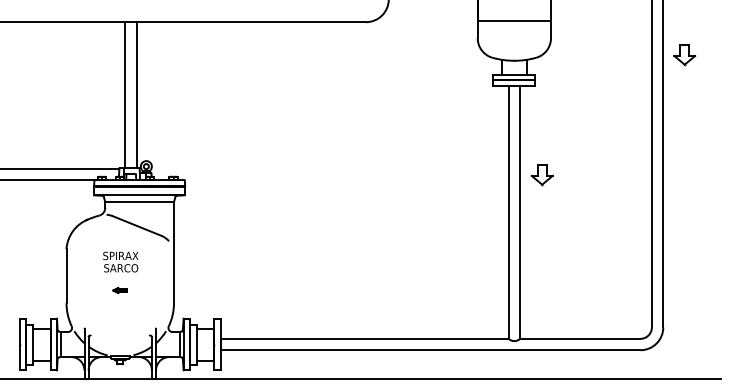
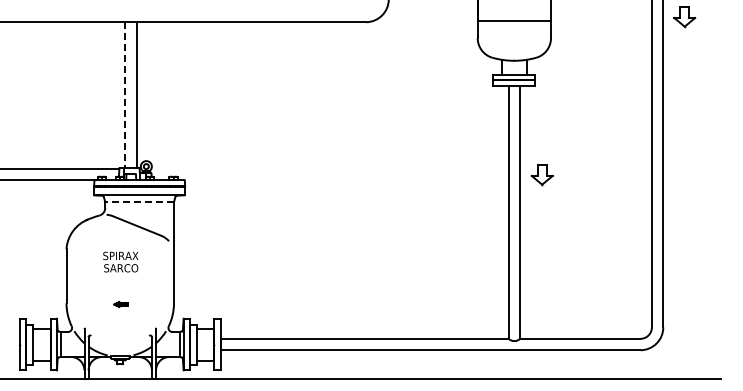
part at (684, 55) position: (684, 55) -> (684, 17)
line at (125, 95): solid -> dashed
line at (139, 202): solid -> dashed
part at (119, 290) position: (119, 290) -> (120, 304)
